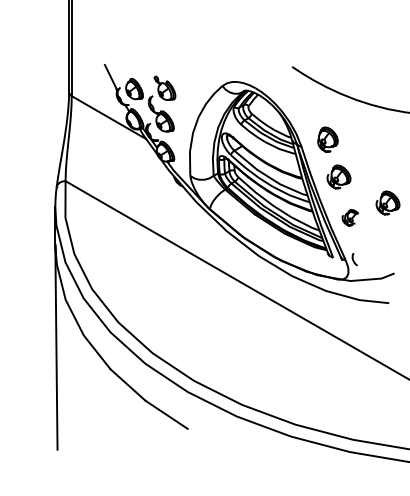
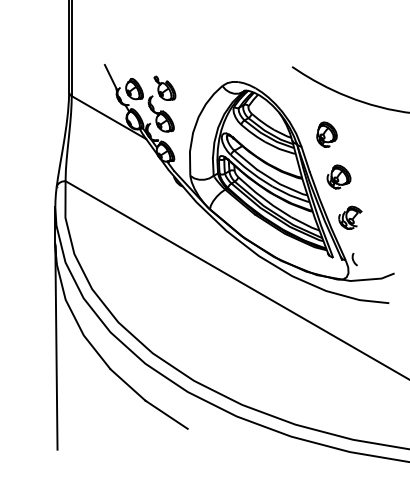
part at (327, 139) position: (327, 139) -> (326, 134)
part at (387, 202): present -> none
part at (349, 217) size: 18x18 px -> 25x25 px
